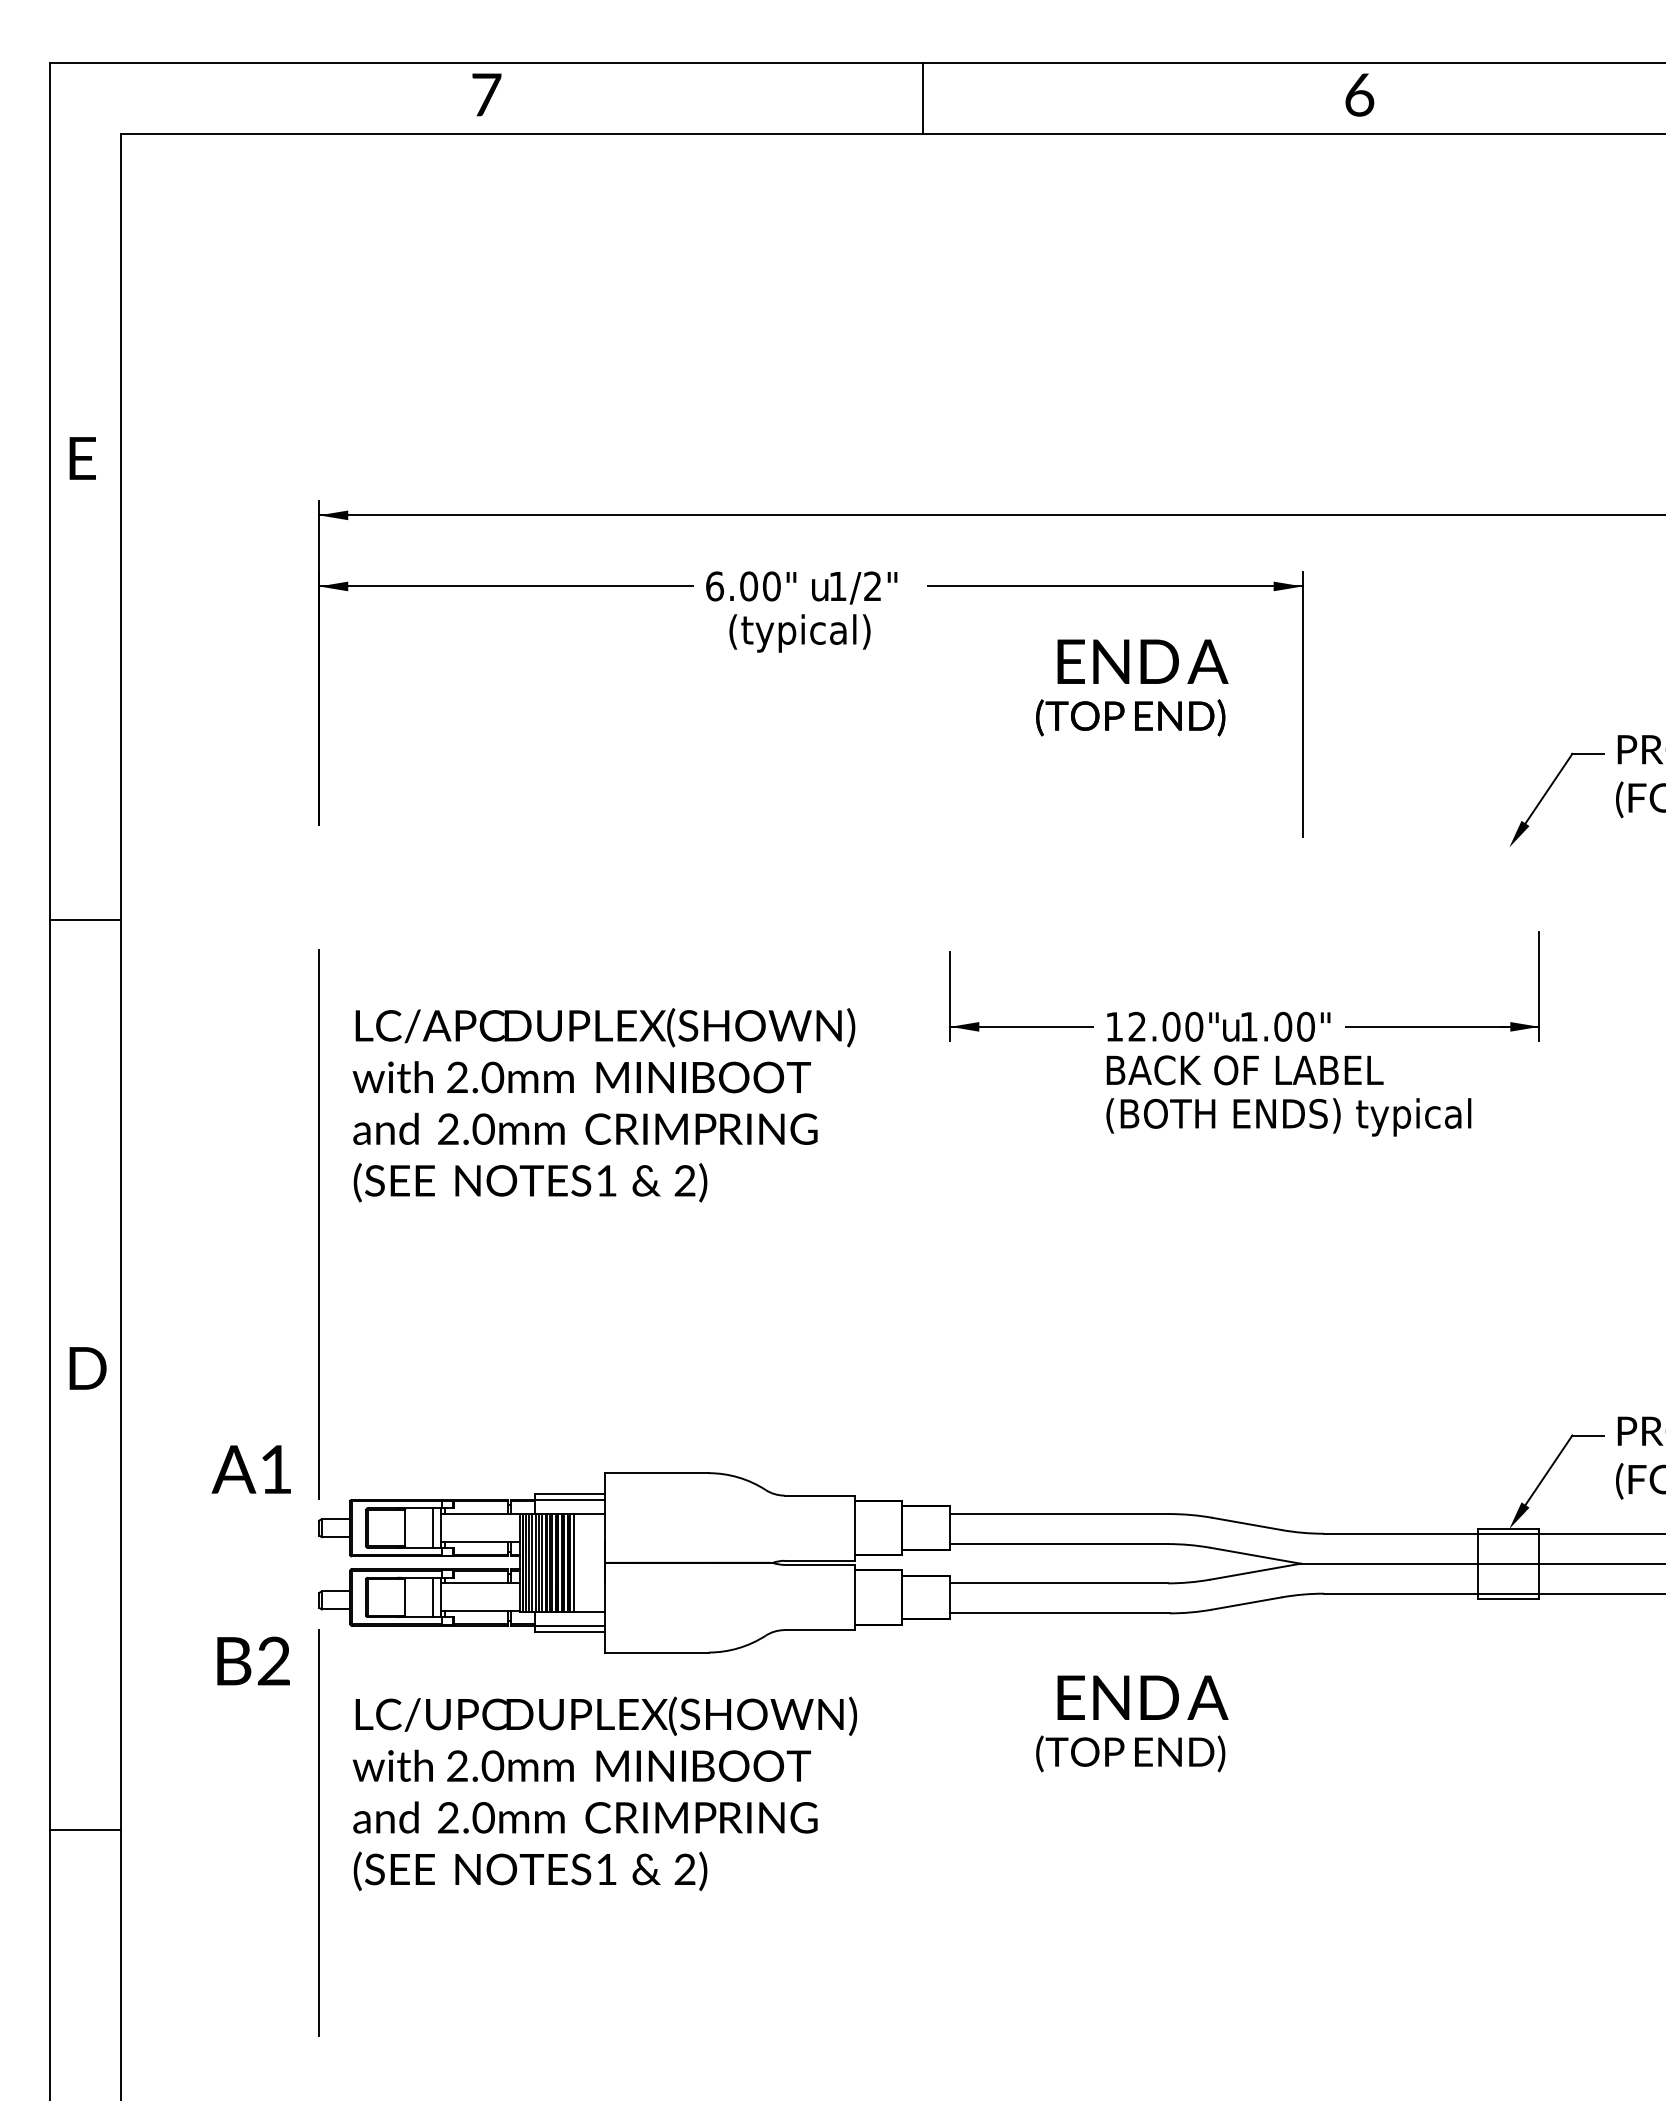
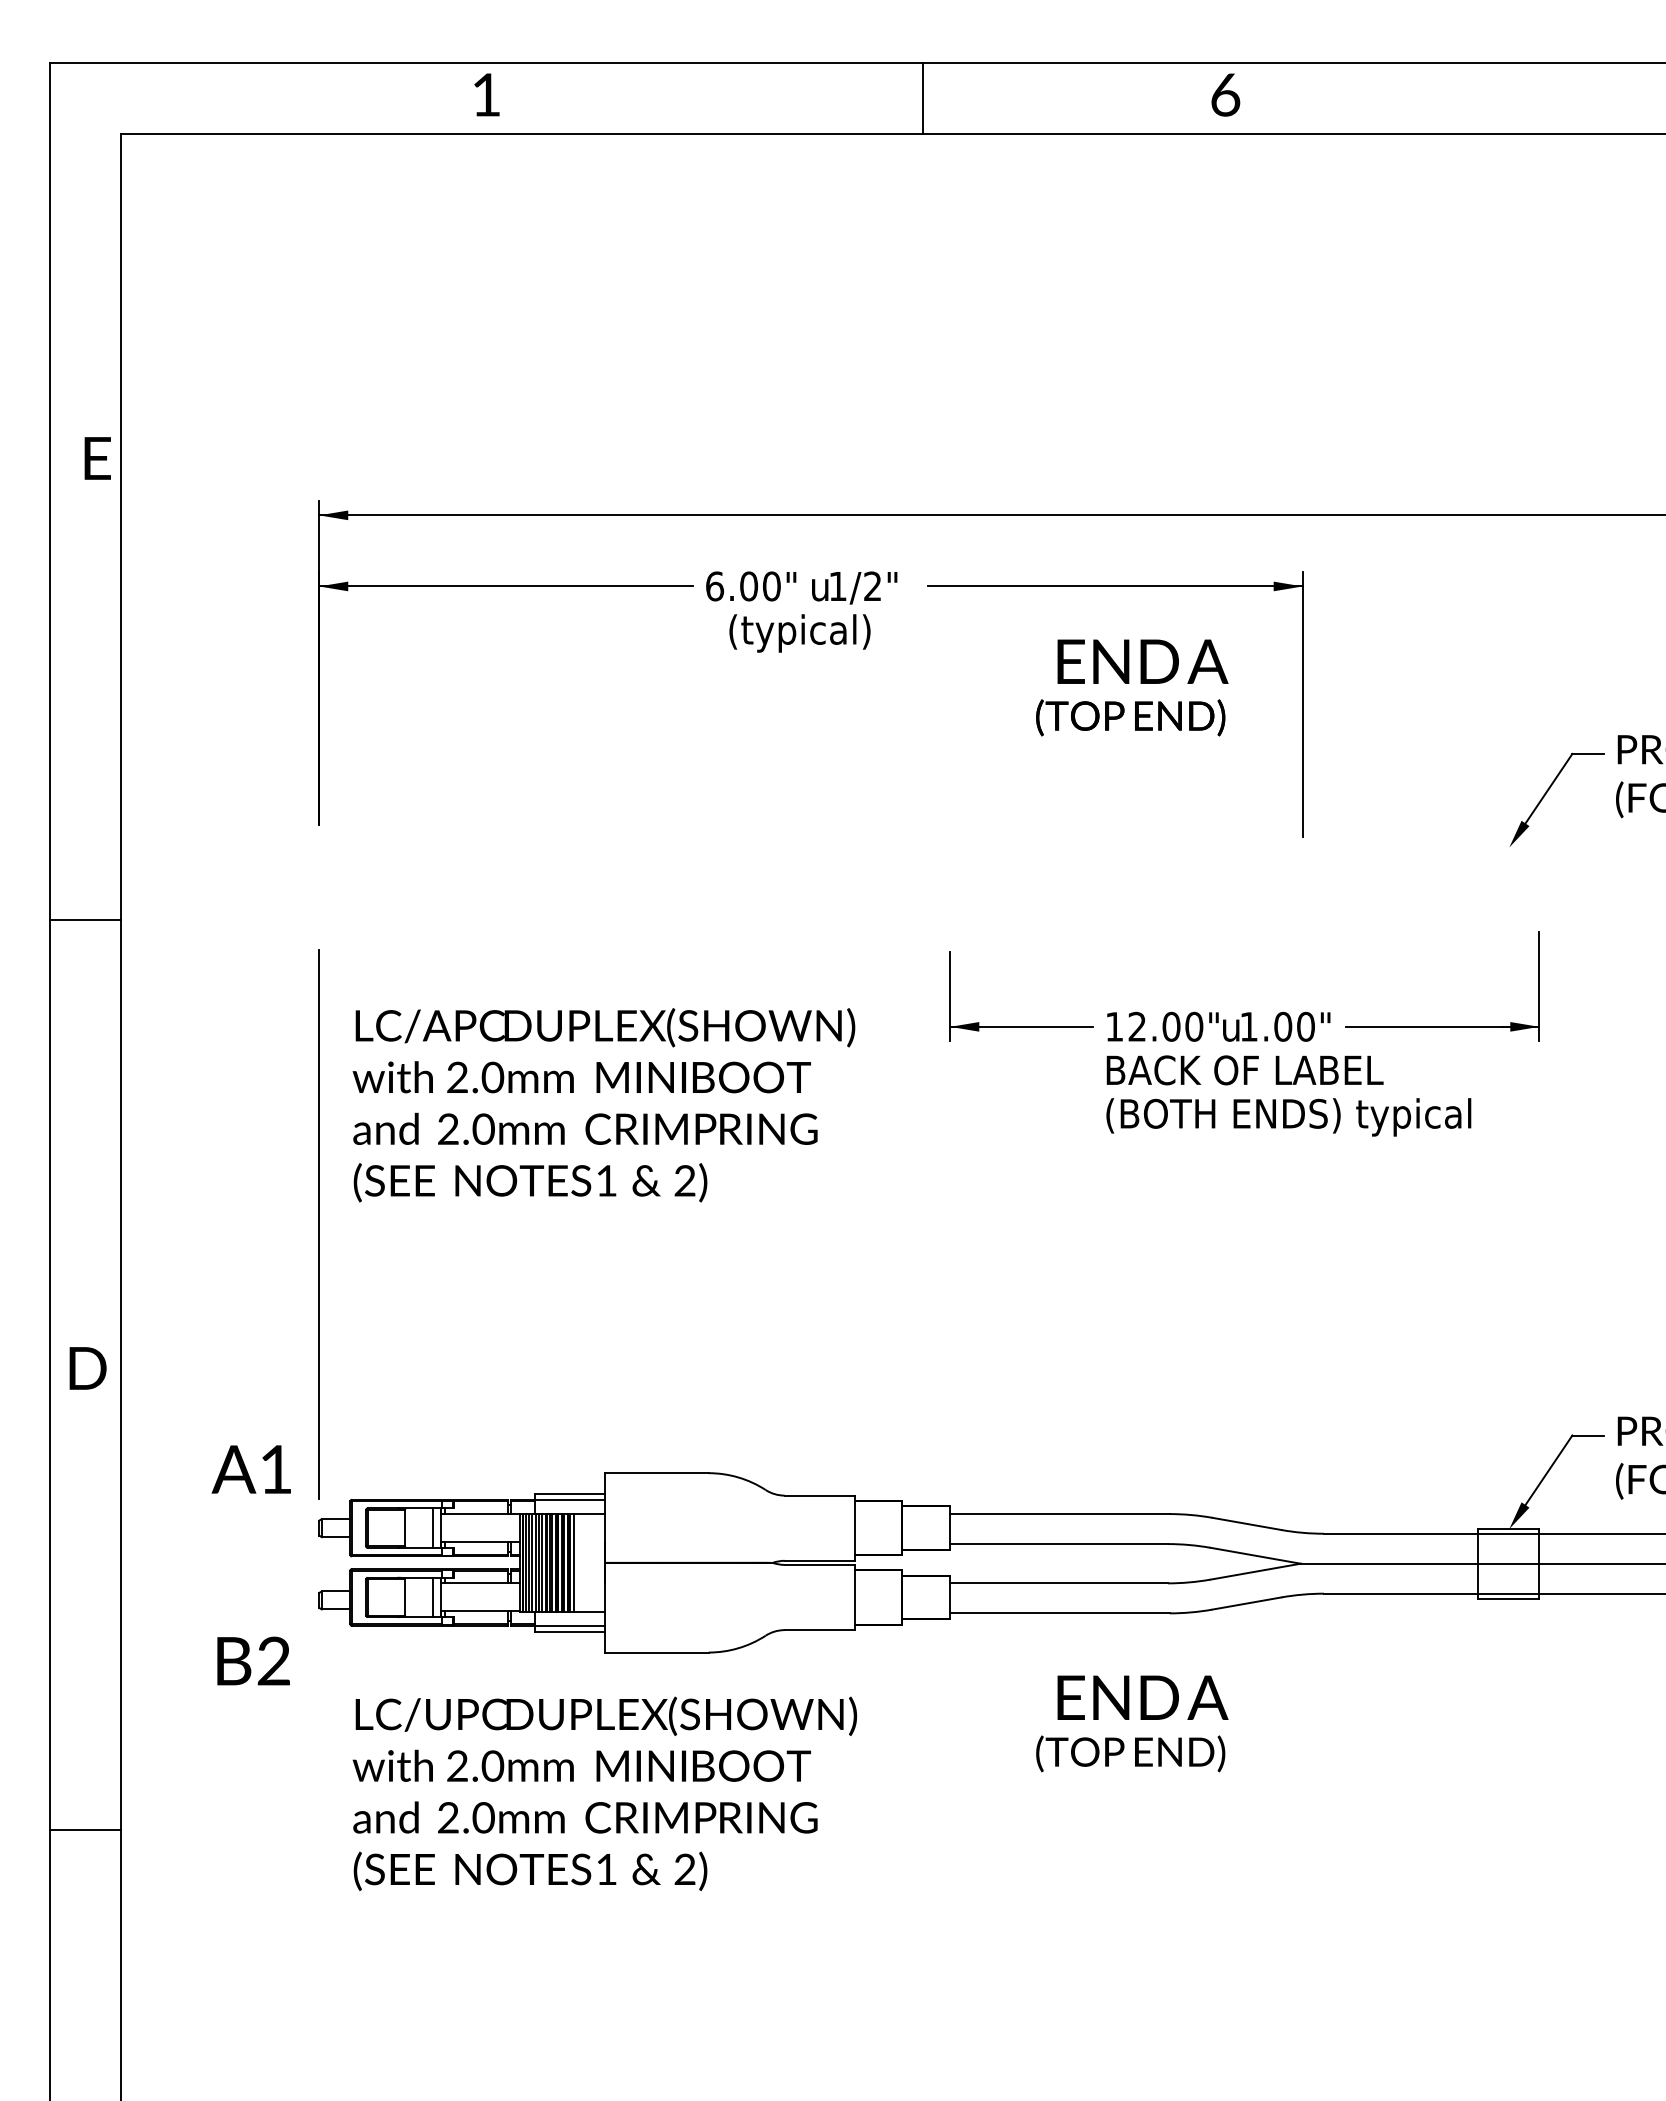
text at (486, 94): 7 -> 1
text at (1359, 94) position: (1359, 94) -> (1225, 94)
text at (82, 458) position: (82, 458) -> (97, 458)
line at (319, 1832): present -> none
